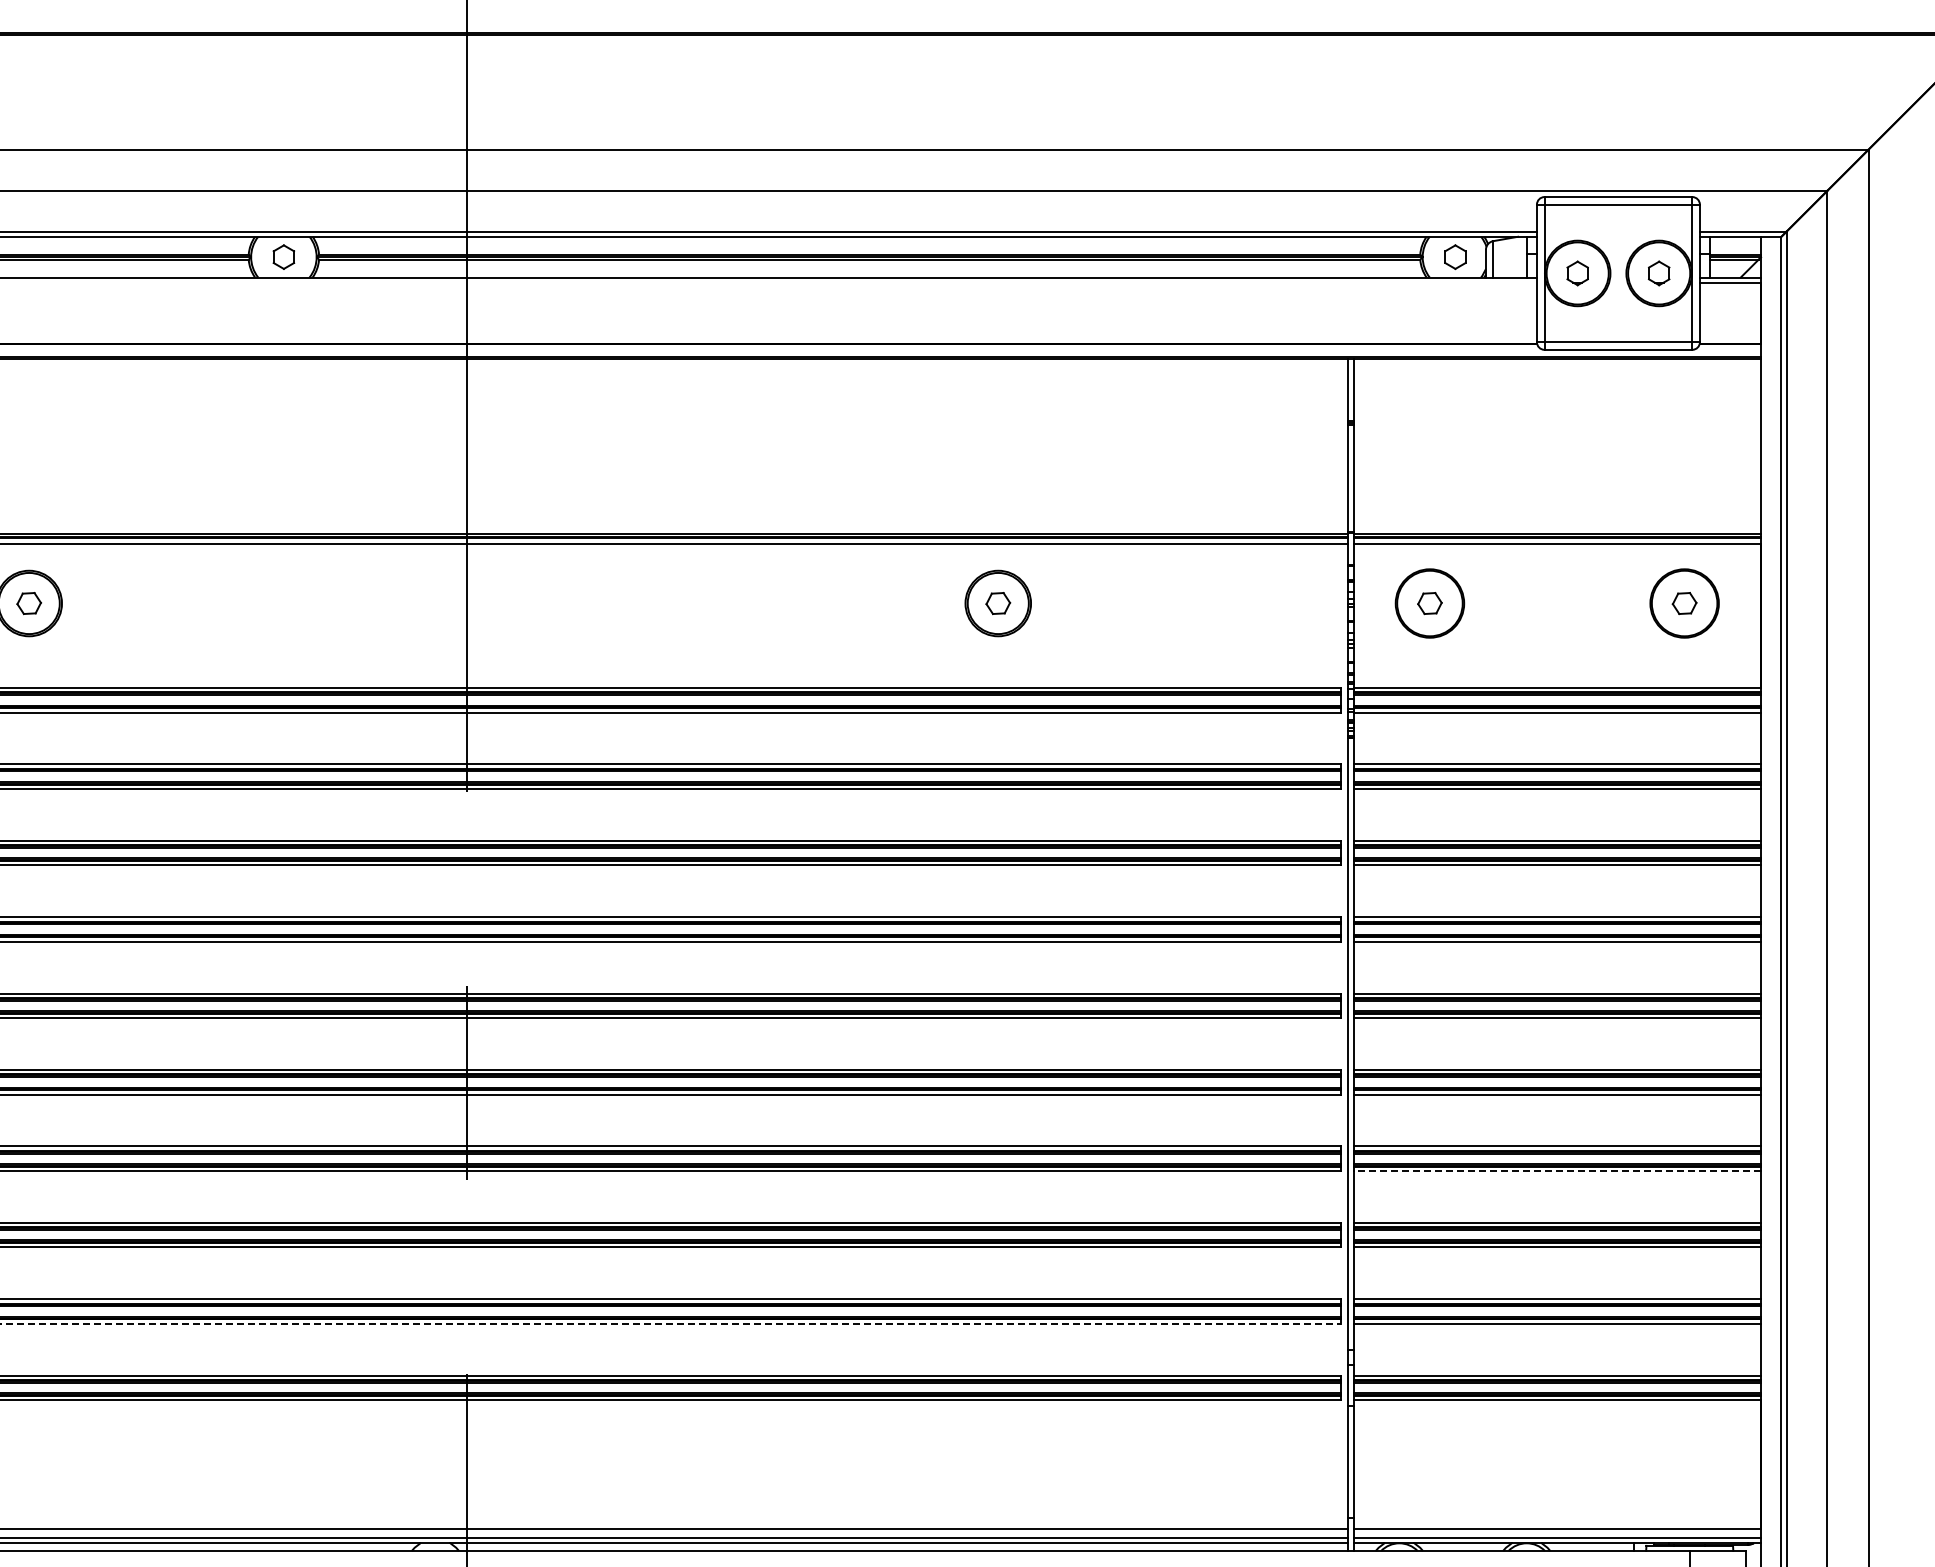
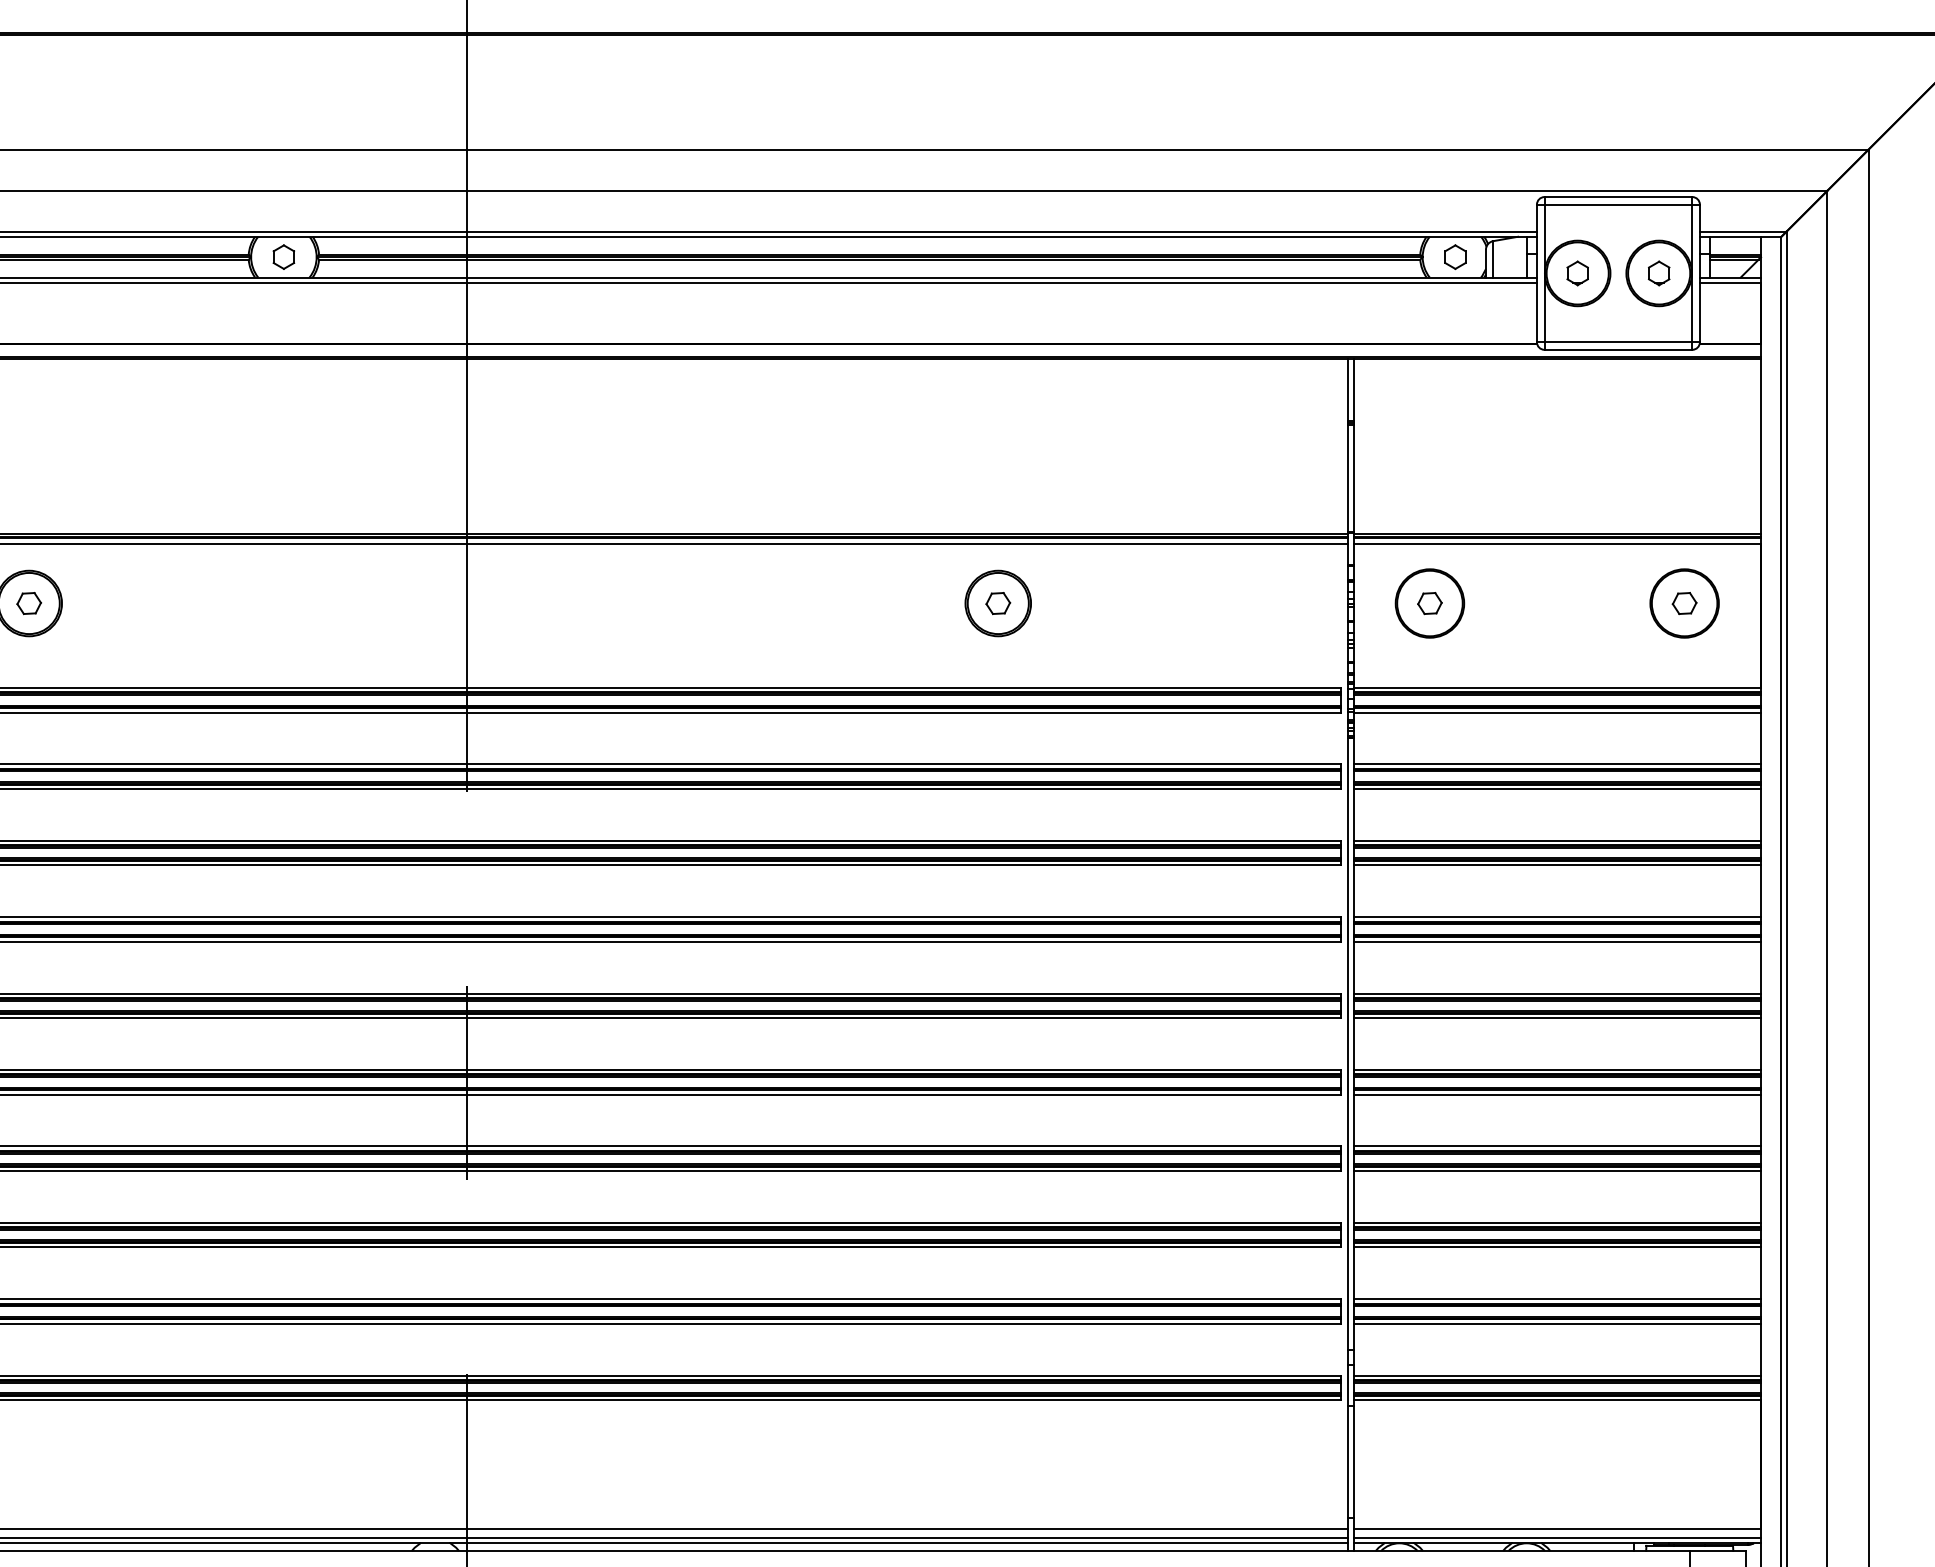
line at (769, 282): none -> present
line at (1557, 1171): dashed -> solid
line at (670, 1323): dashed -> solid
